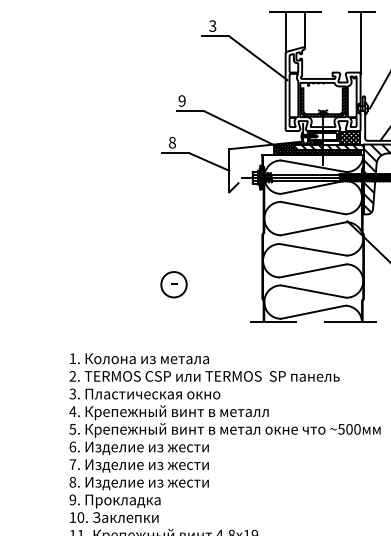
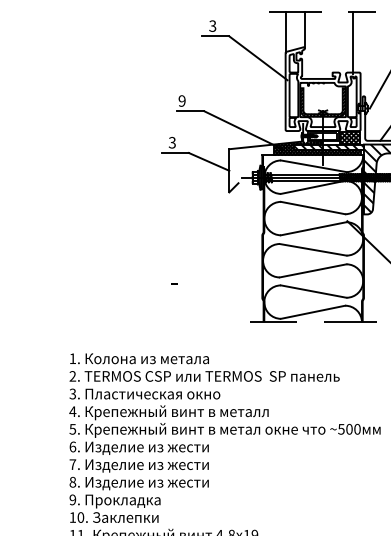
line at (360, 42) position: (360, 42) -> (352, 42)
text at (171, 142): 8 -> 3
circle at (173, 284): present -> none
